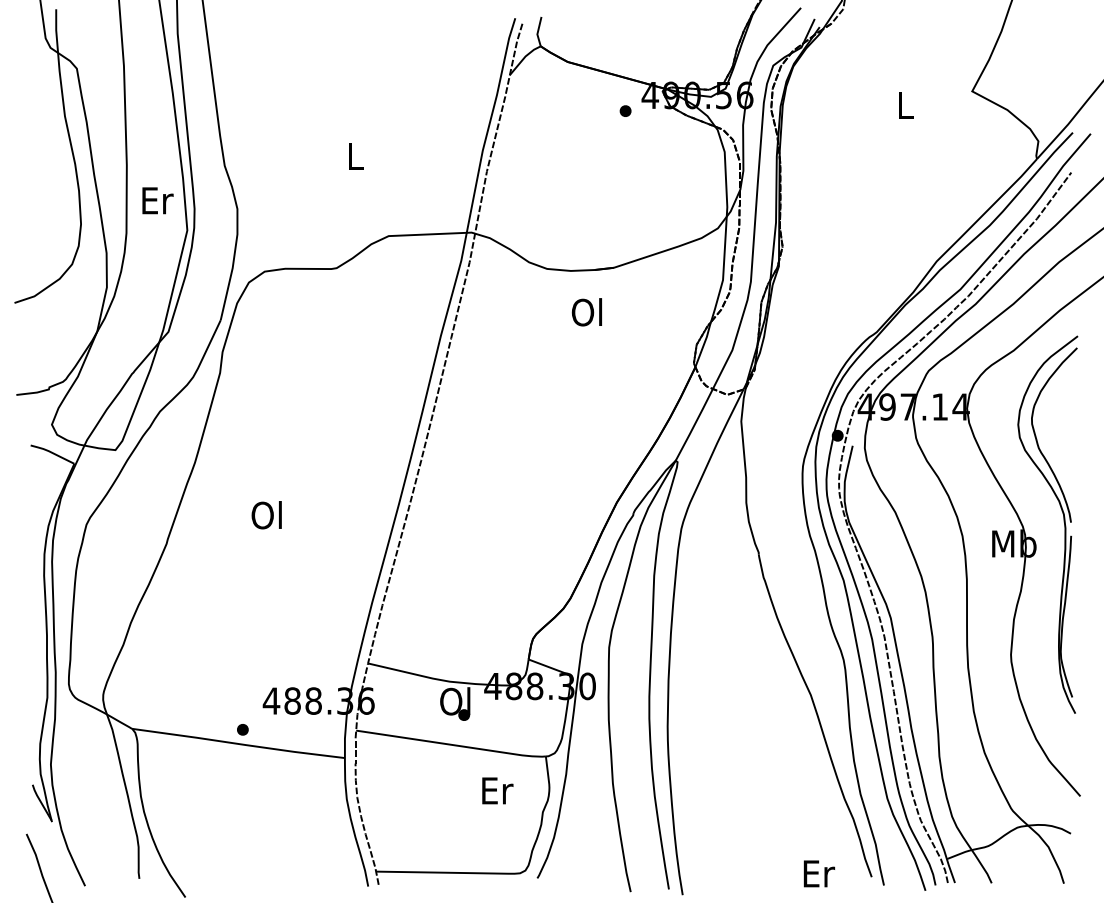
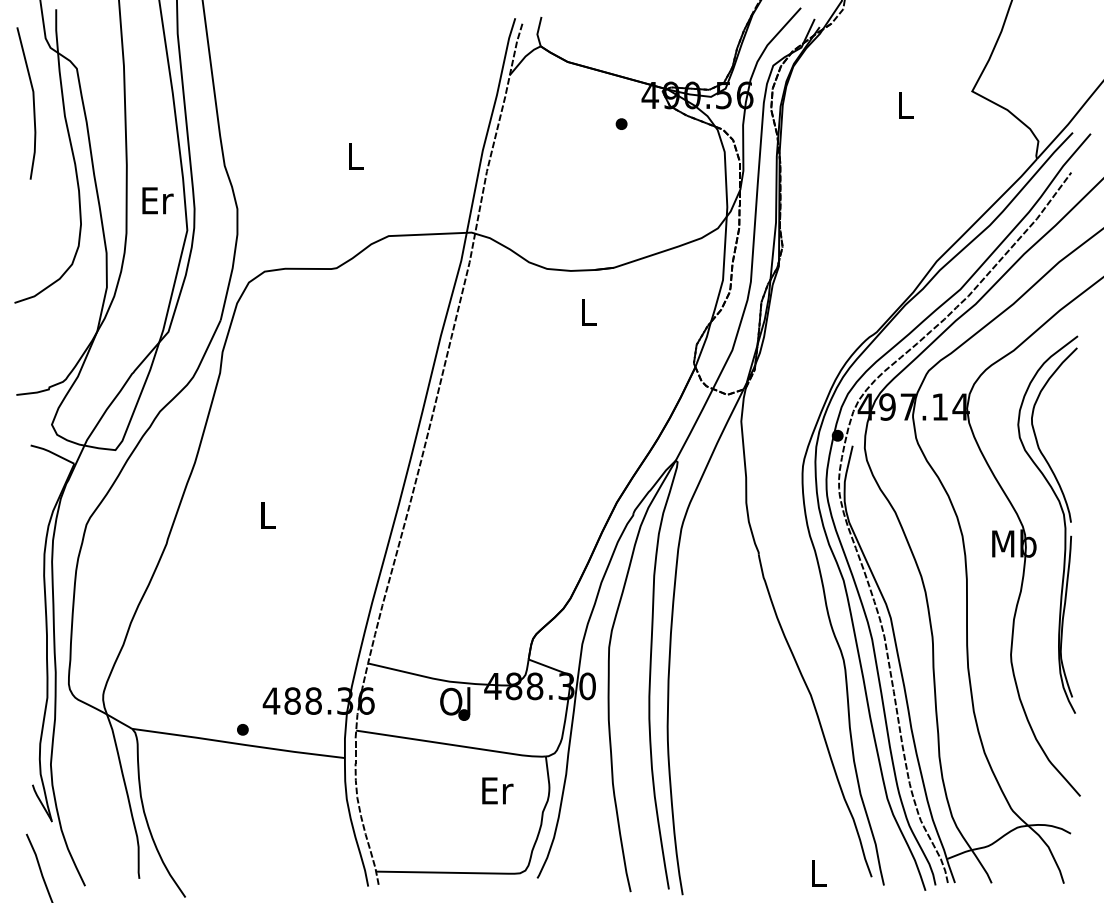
line at (32, 100): none -> present
part at (625, 110) position: (625, 110) -> (621, 123)
text at (586, 312): Ol -> L
text at (266, 515): Ol -> L
text at (819, 873): Er -> L
